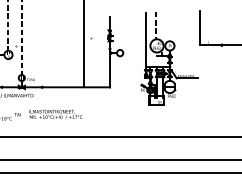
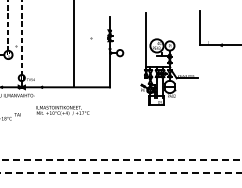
line at (156, 25): present -> none
line at (84, 45) position: (84, 45) -> (74, 45)
text at (55, 114) position: (55, 114) -> (62, 110)
line at (120, 137): present -> none
line at (120, 159): solid -> dashed
line at (120, 173): solid -> dashed
